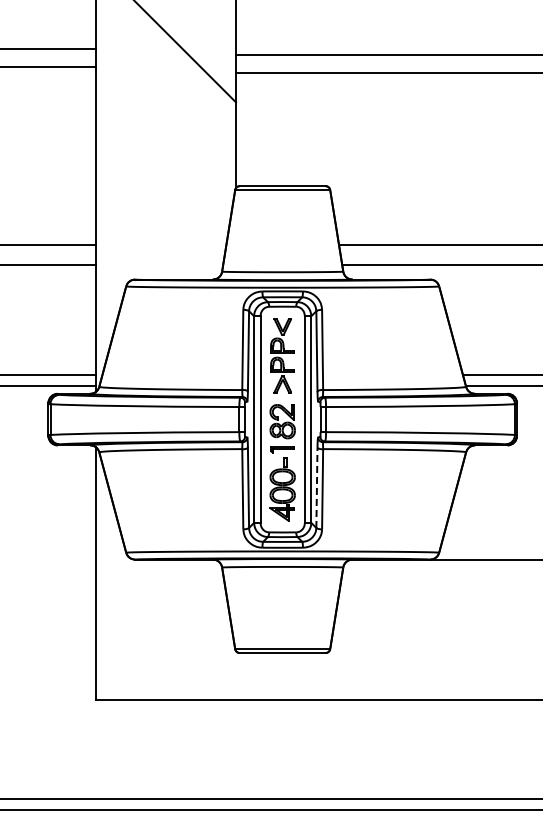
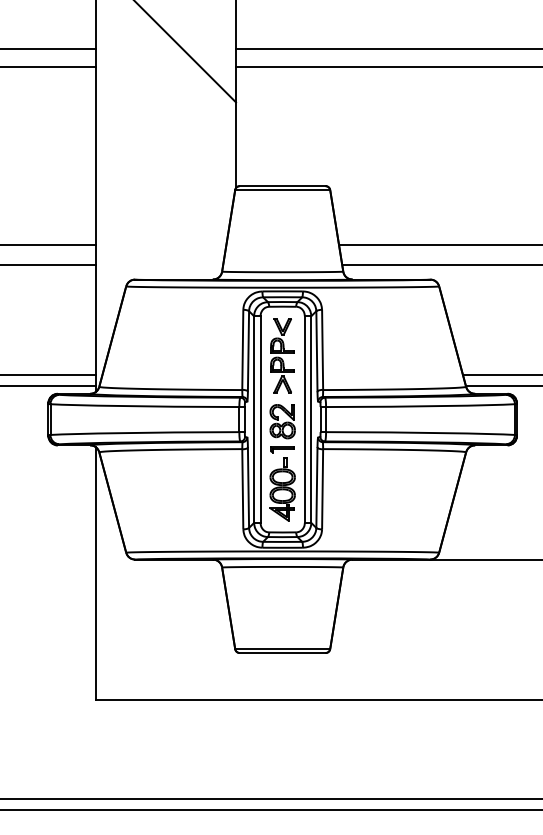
line at (387, 55) position: (387, 55) -> (387, 49)
line at (387, 72) position: (387, 72) -> (387, 66)
line at (316, 487): dashed -> solid
